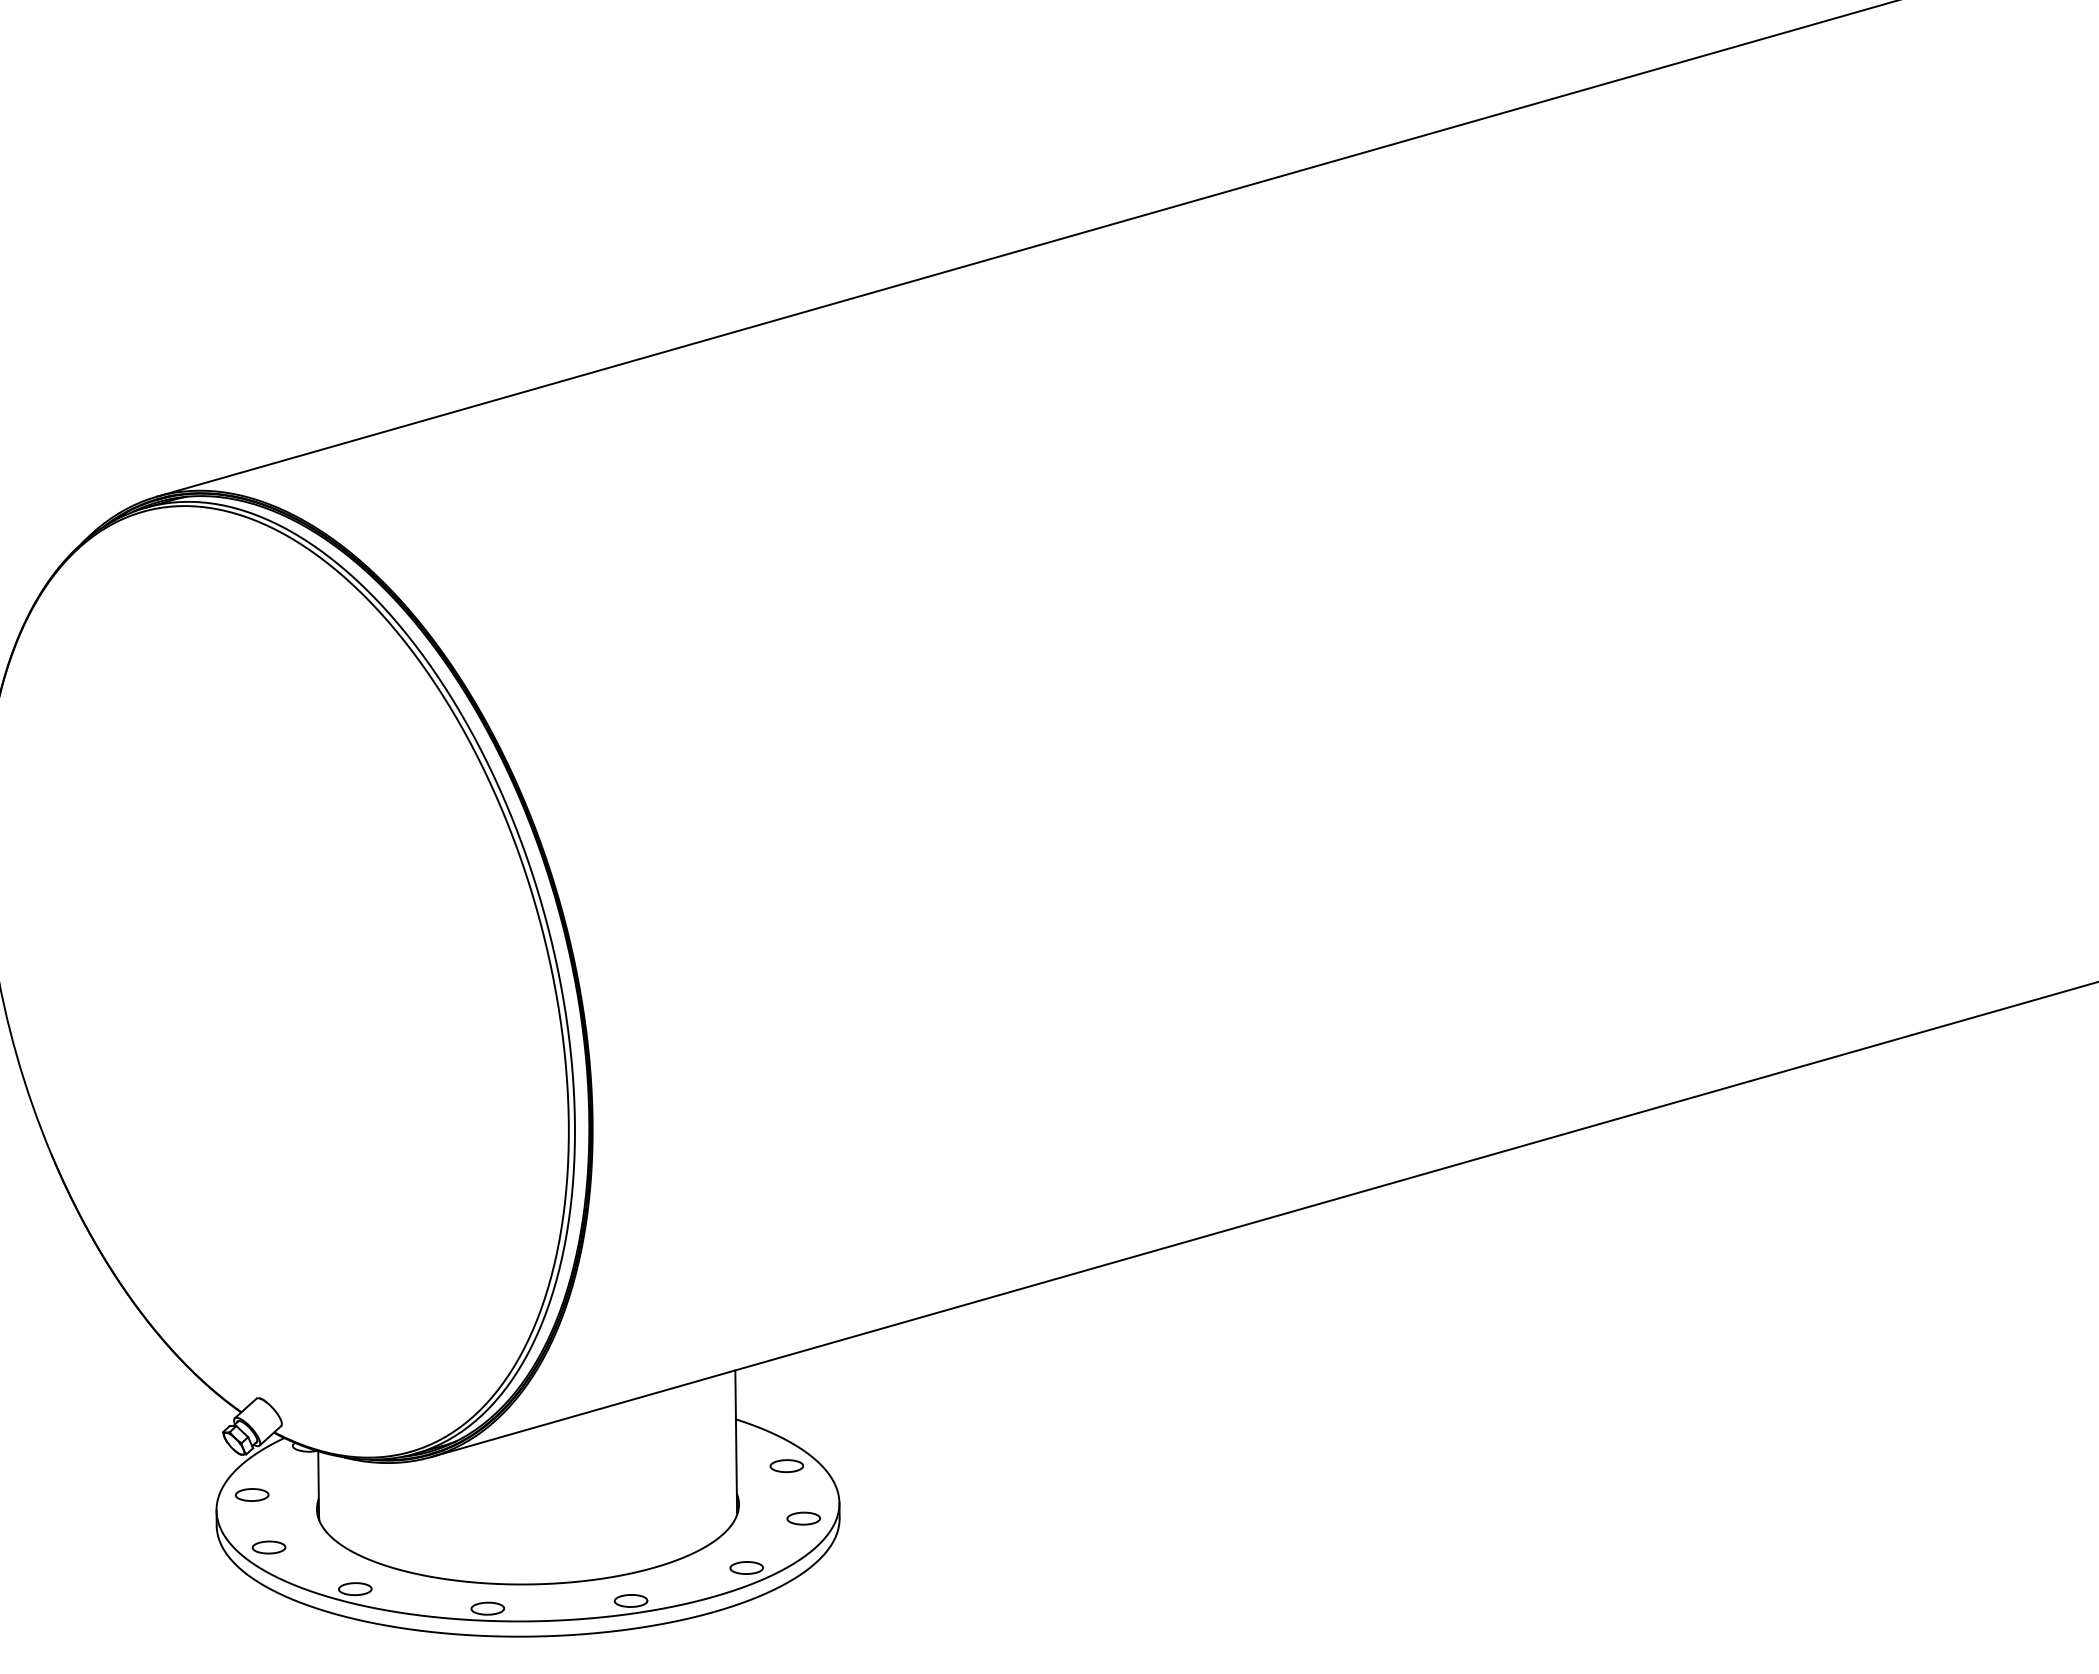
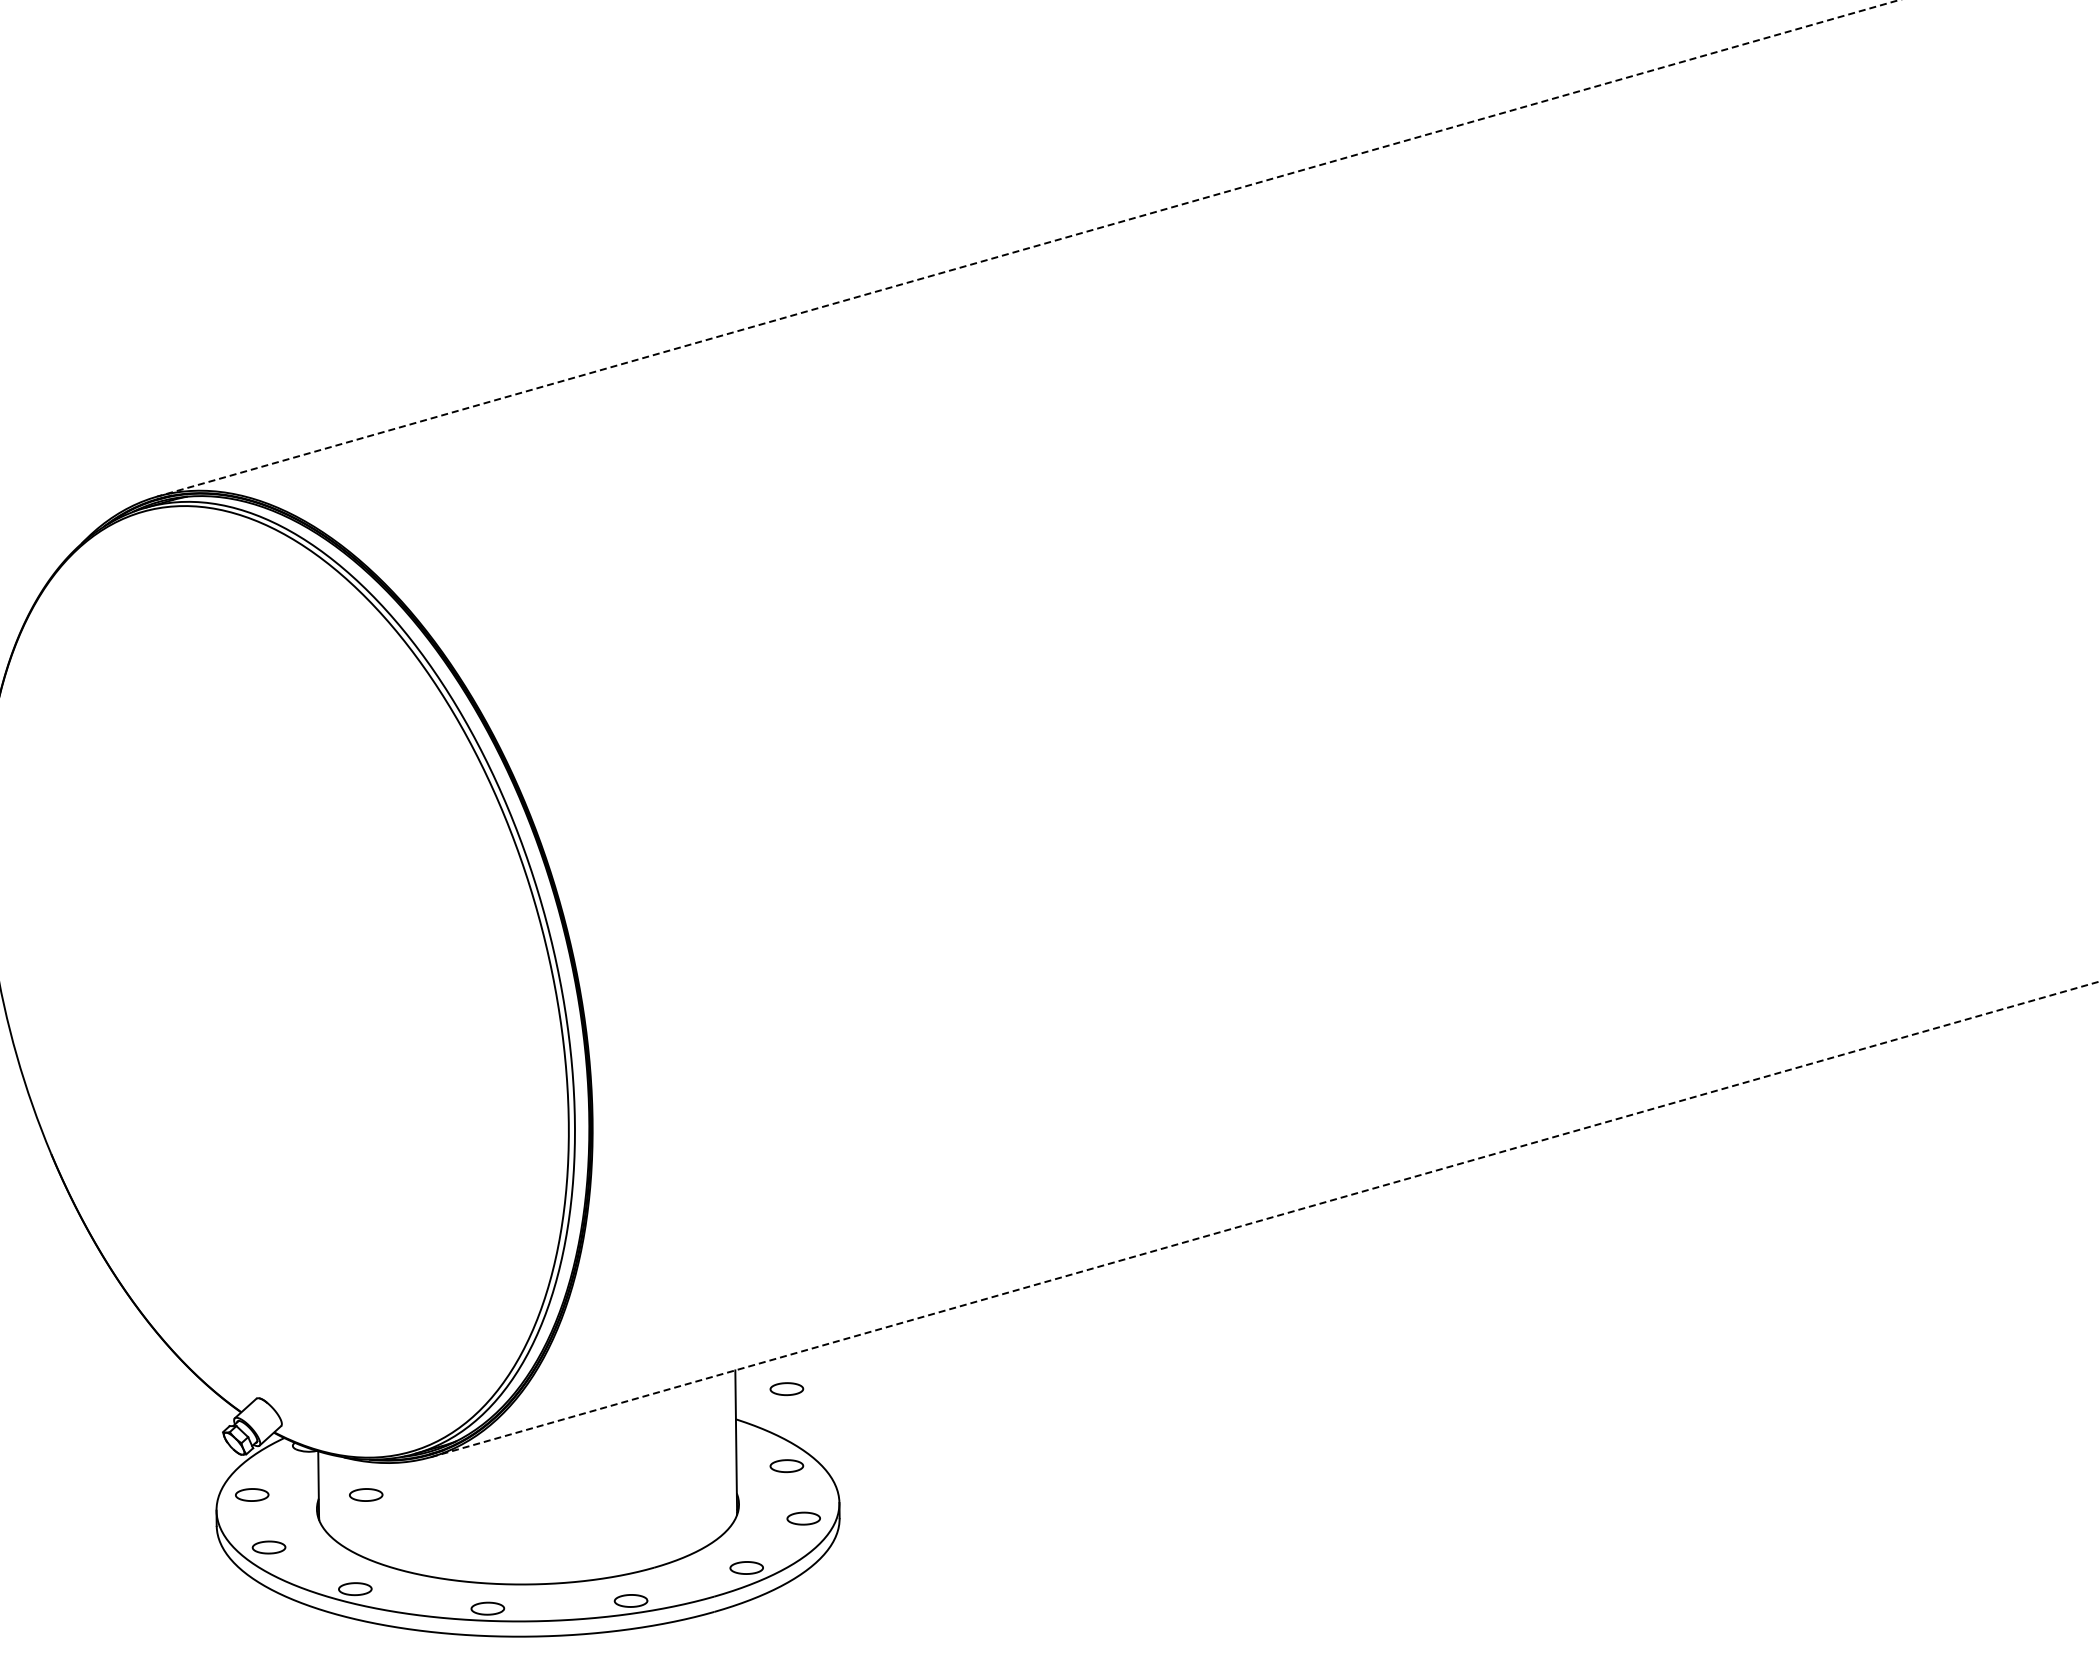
line at (1028, 248): solid -> dashed
line at (1264, 1219): solid -> dashed
part at (786, 1389): none -> present
part at (366, 1494): none -> present
